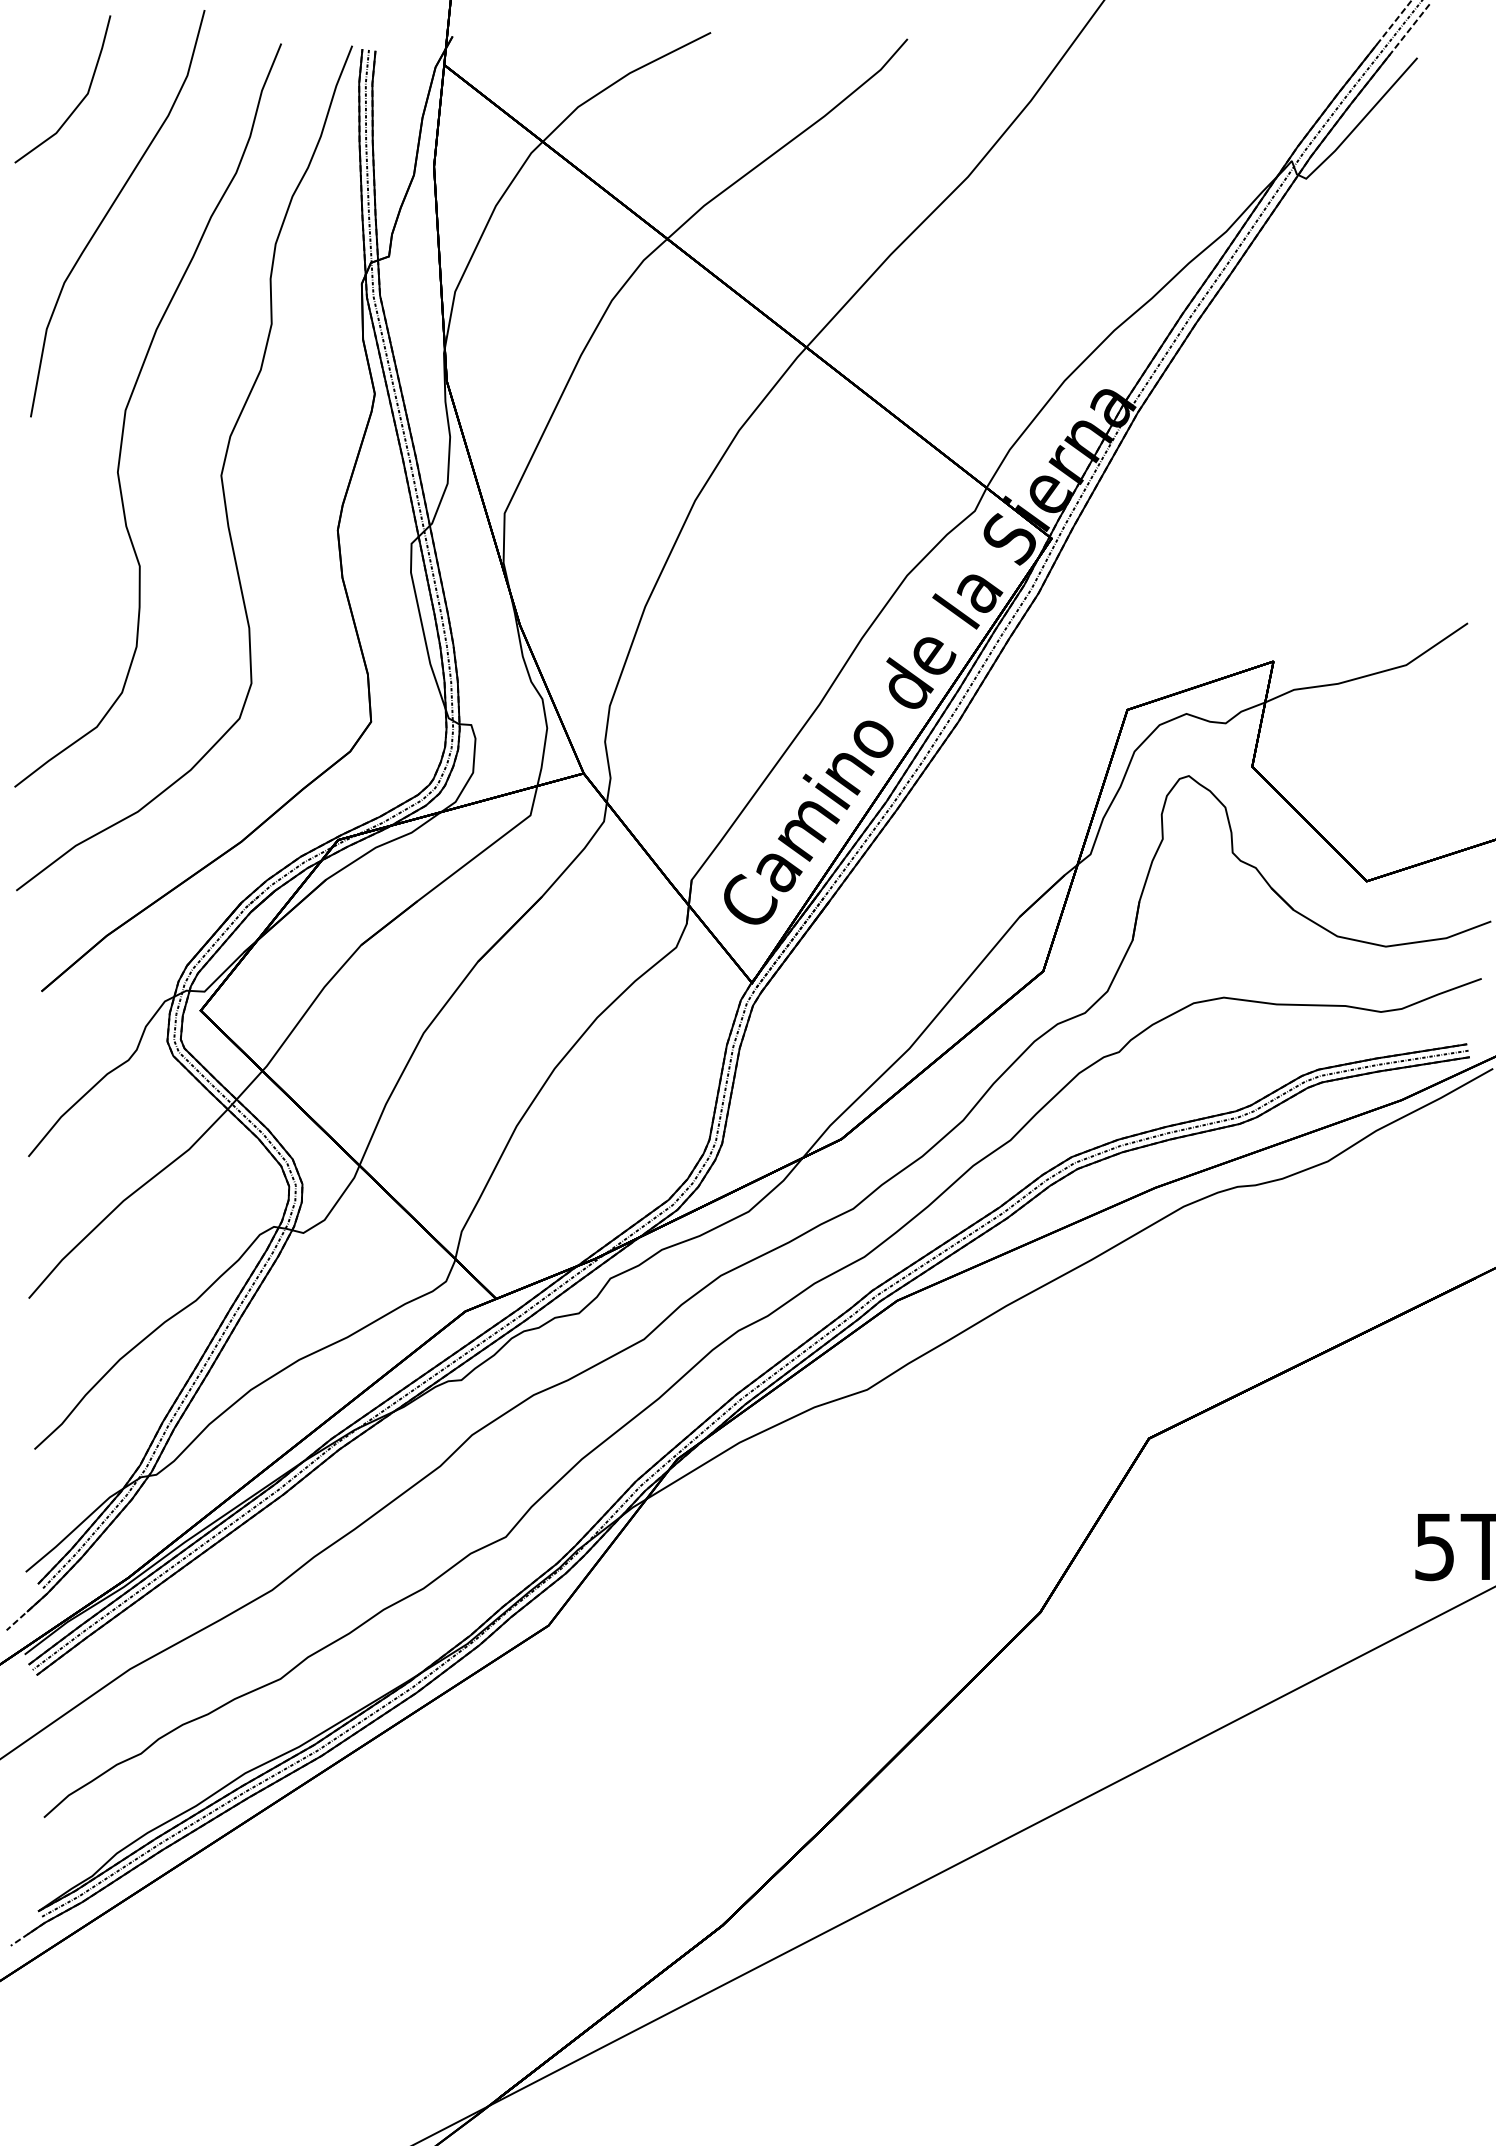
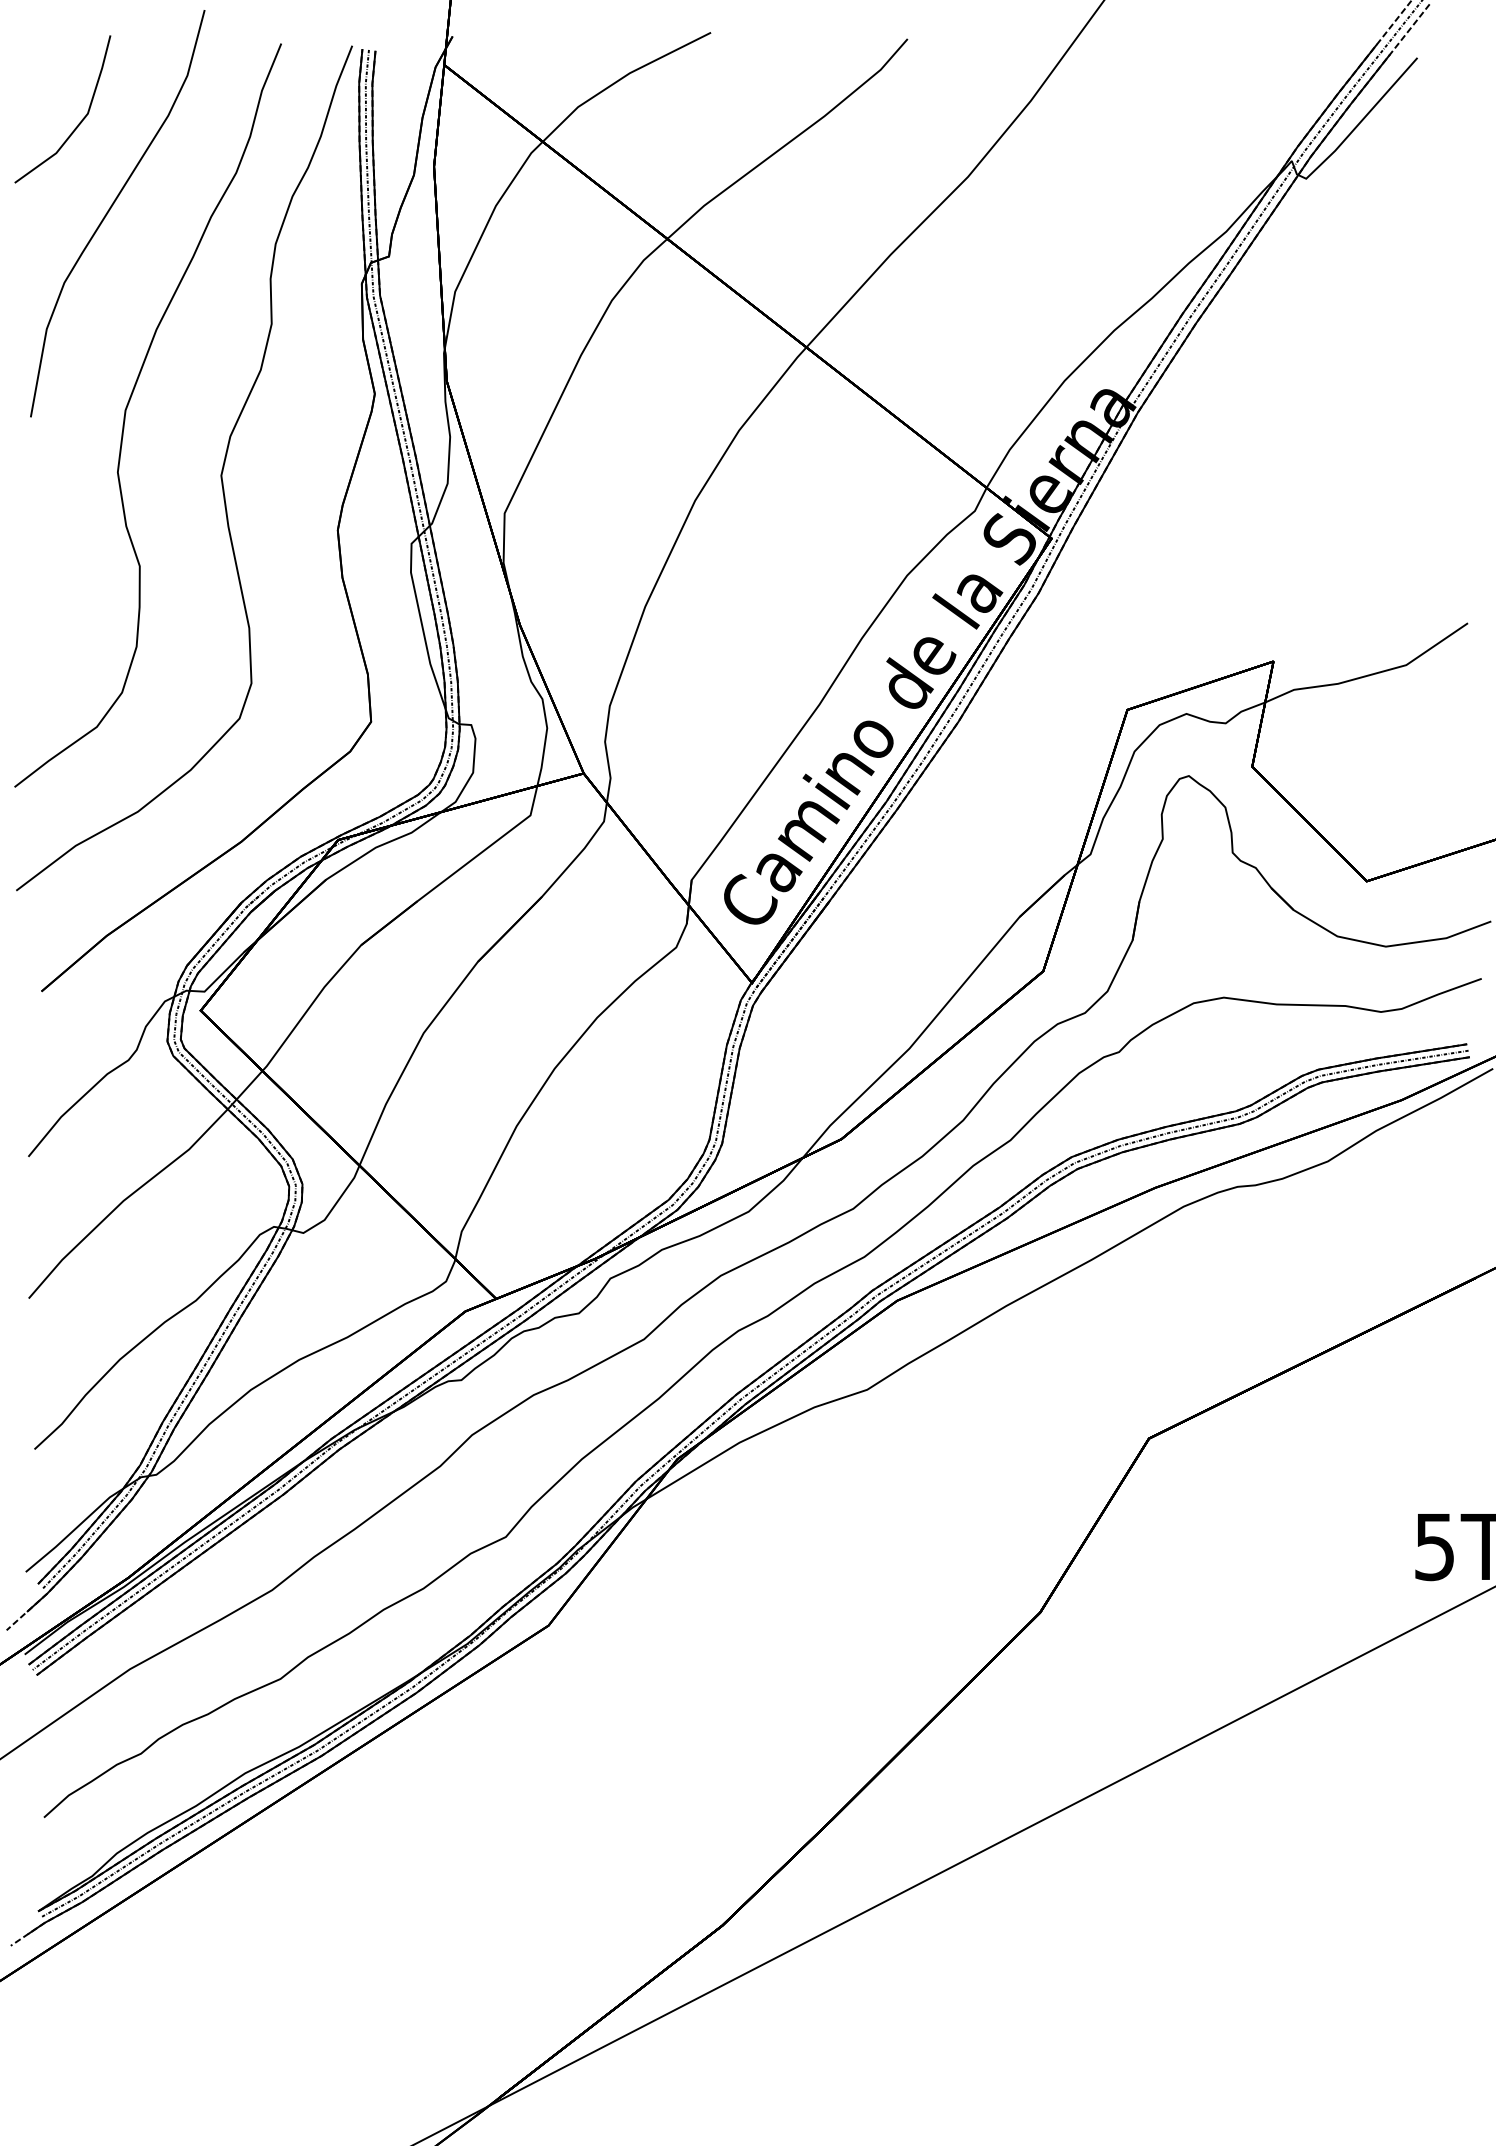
line at (78, 103) position: (78, 103) -> (78, 123)
